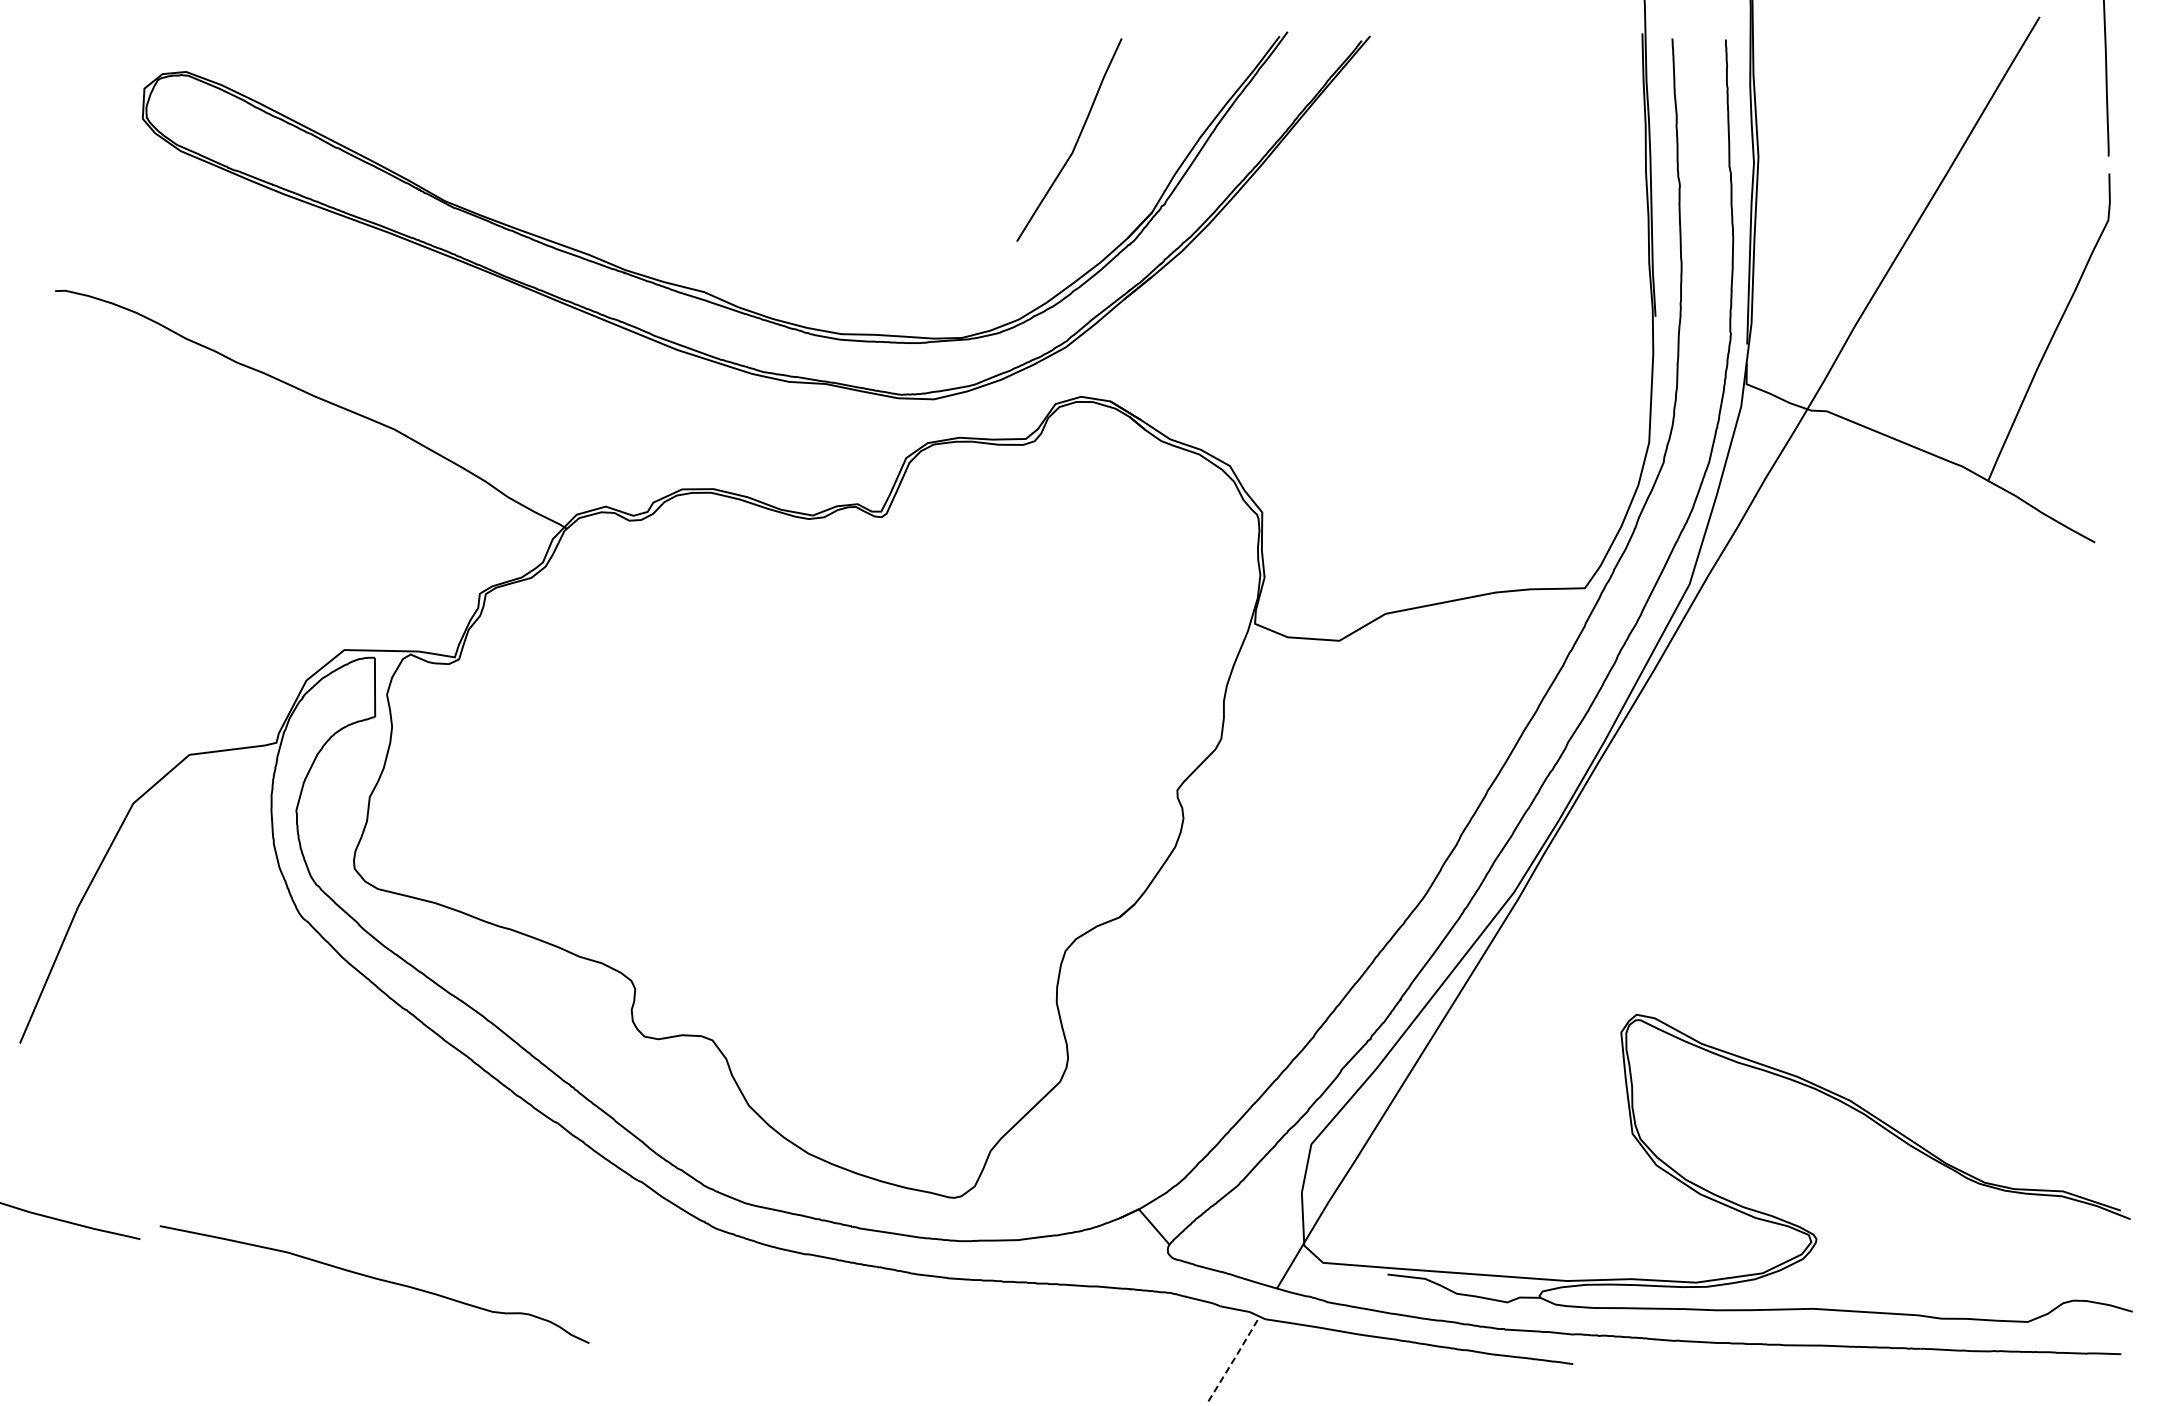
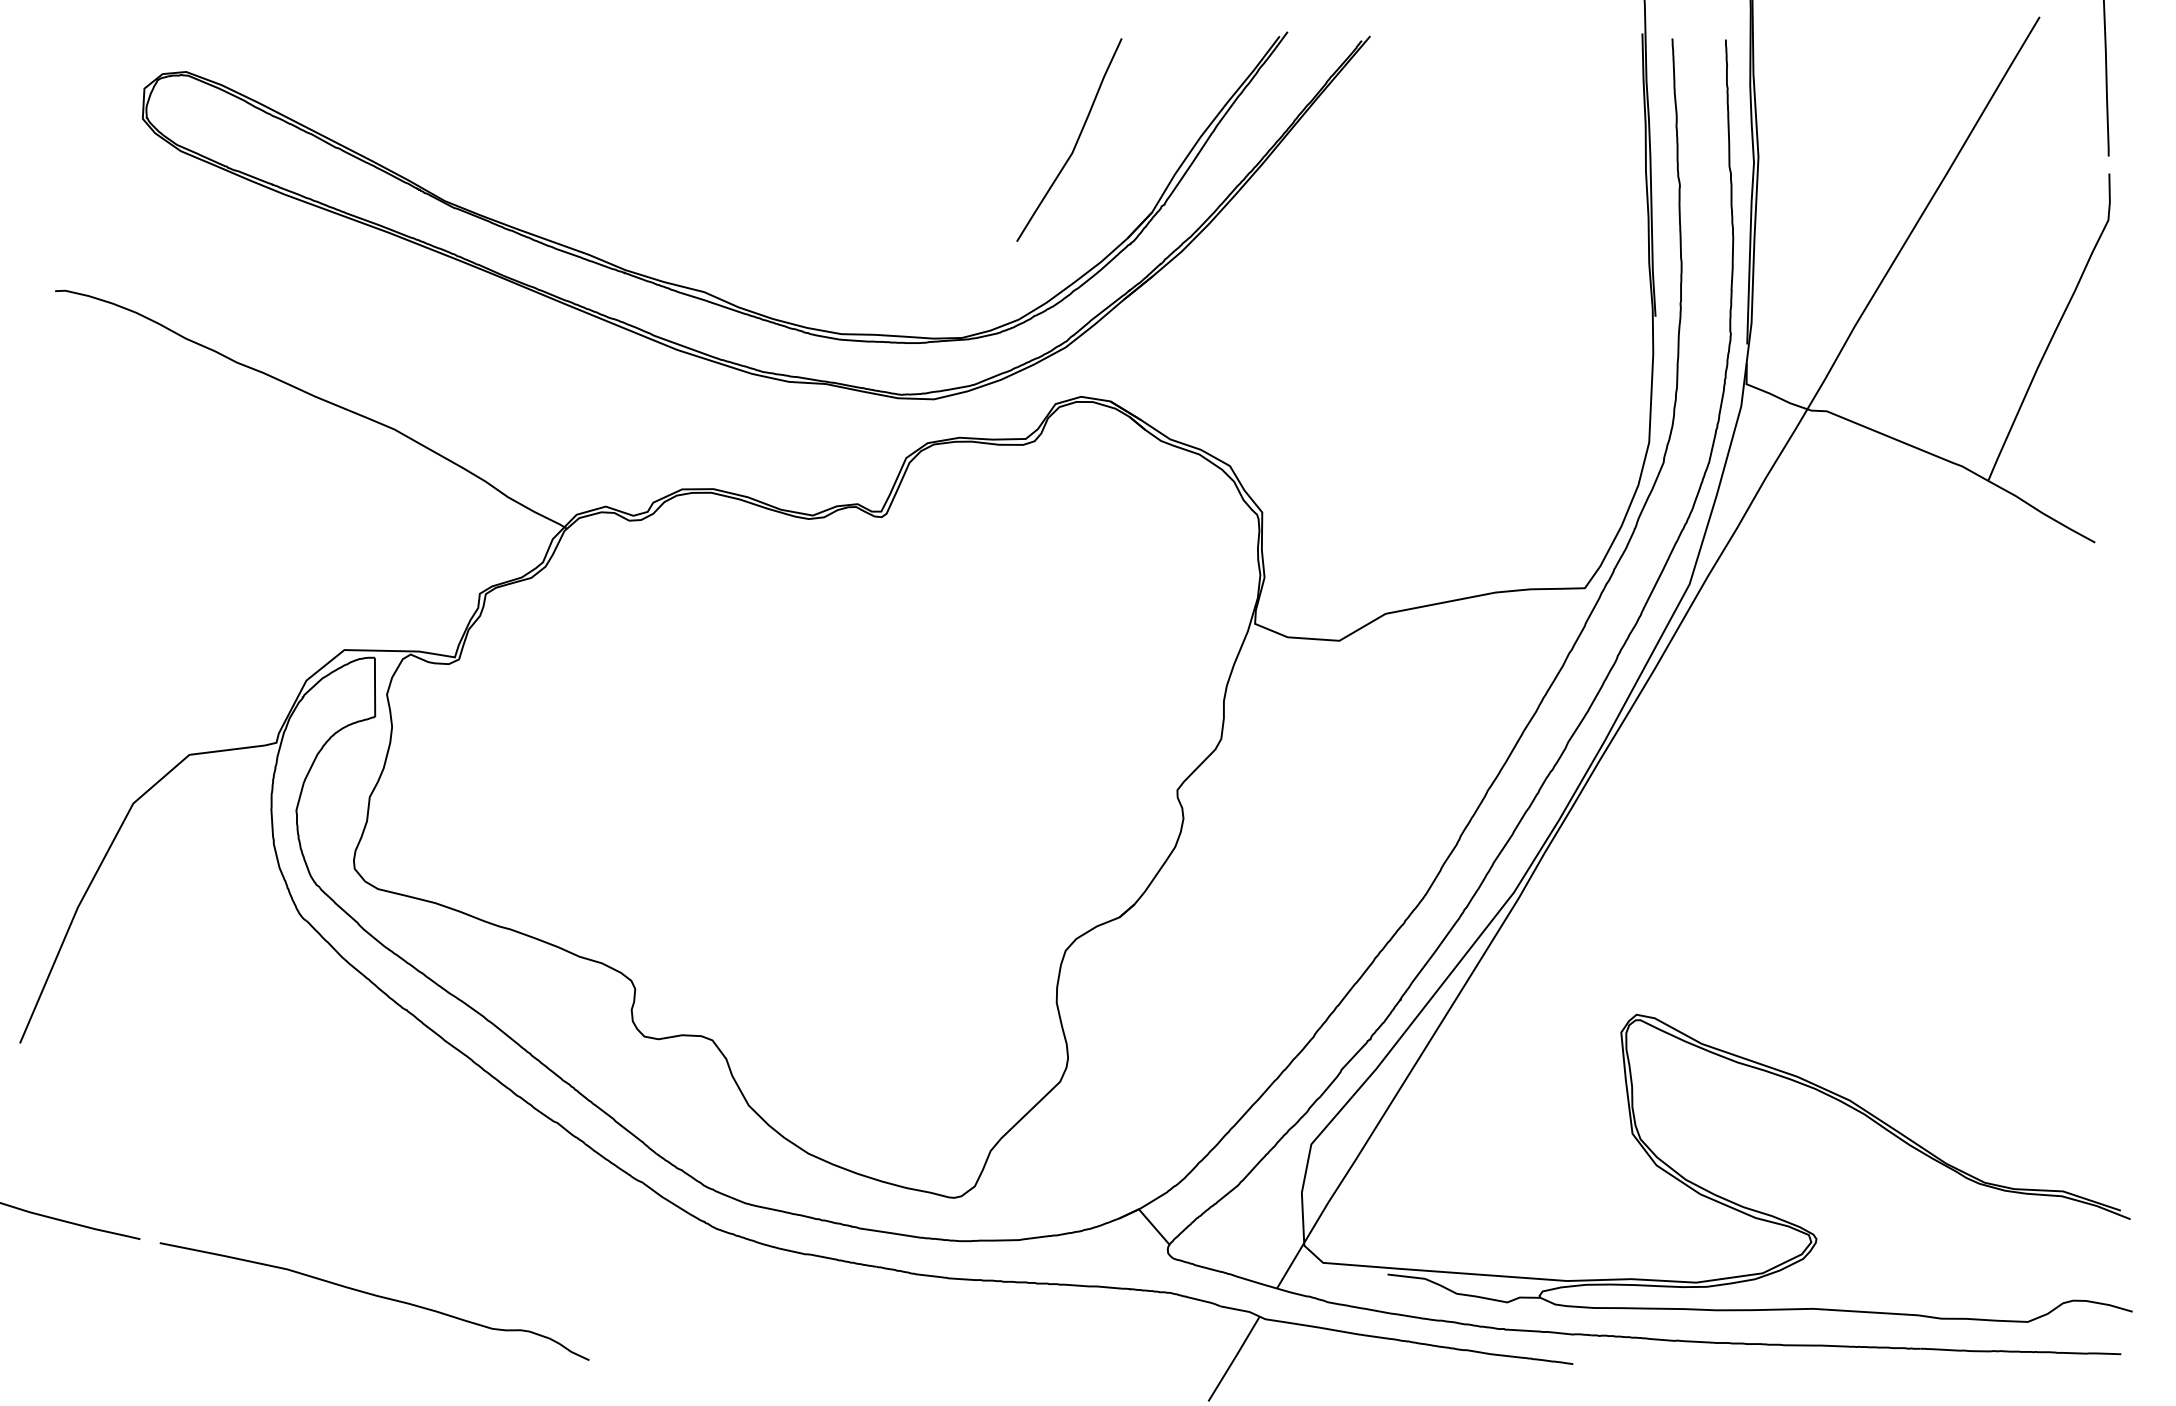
curve at (374, 1279) position: (374, 1279) -> (374, 1296)
line at (1234, 1358): dashed -> solid
